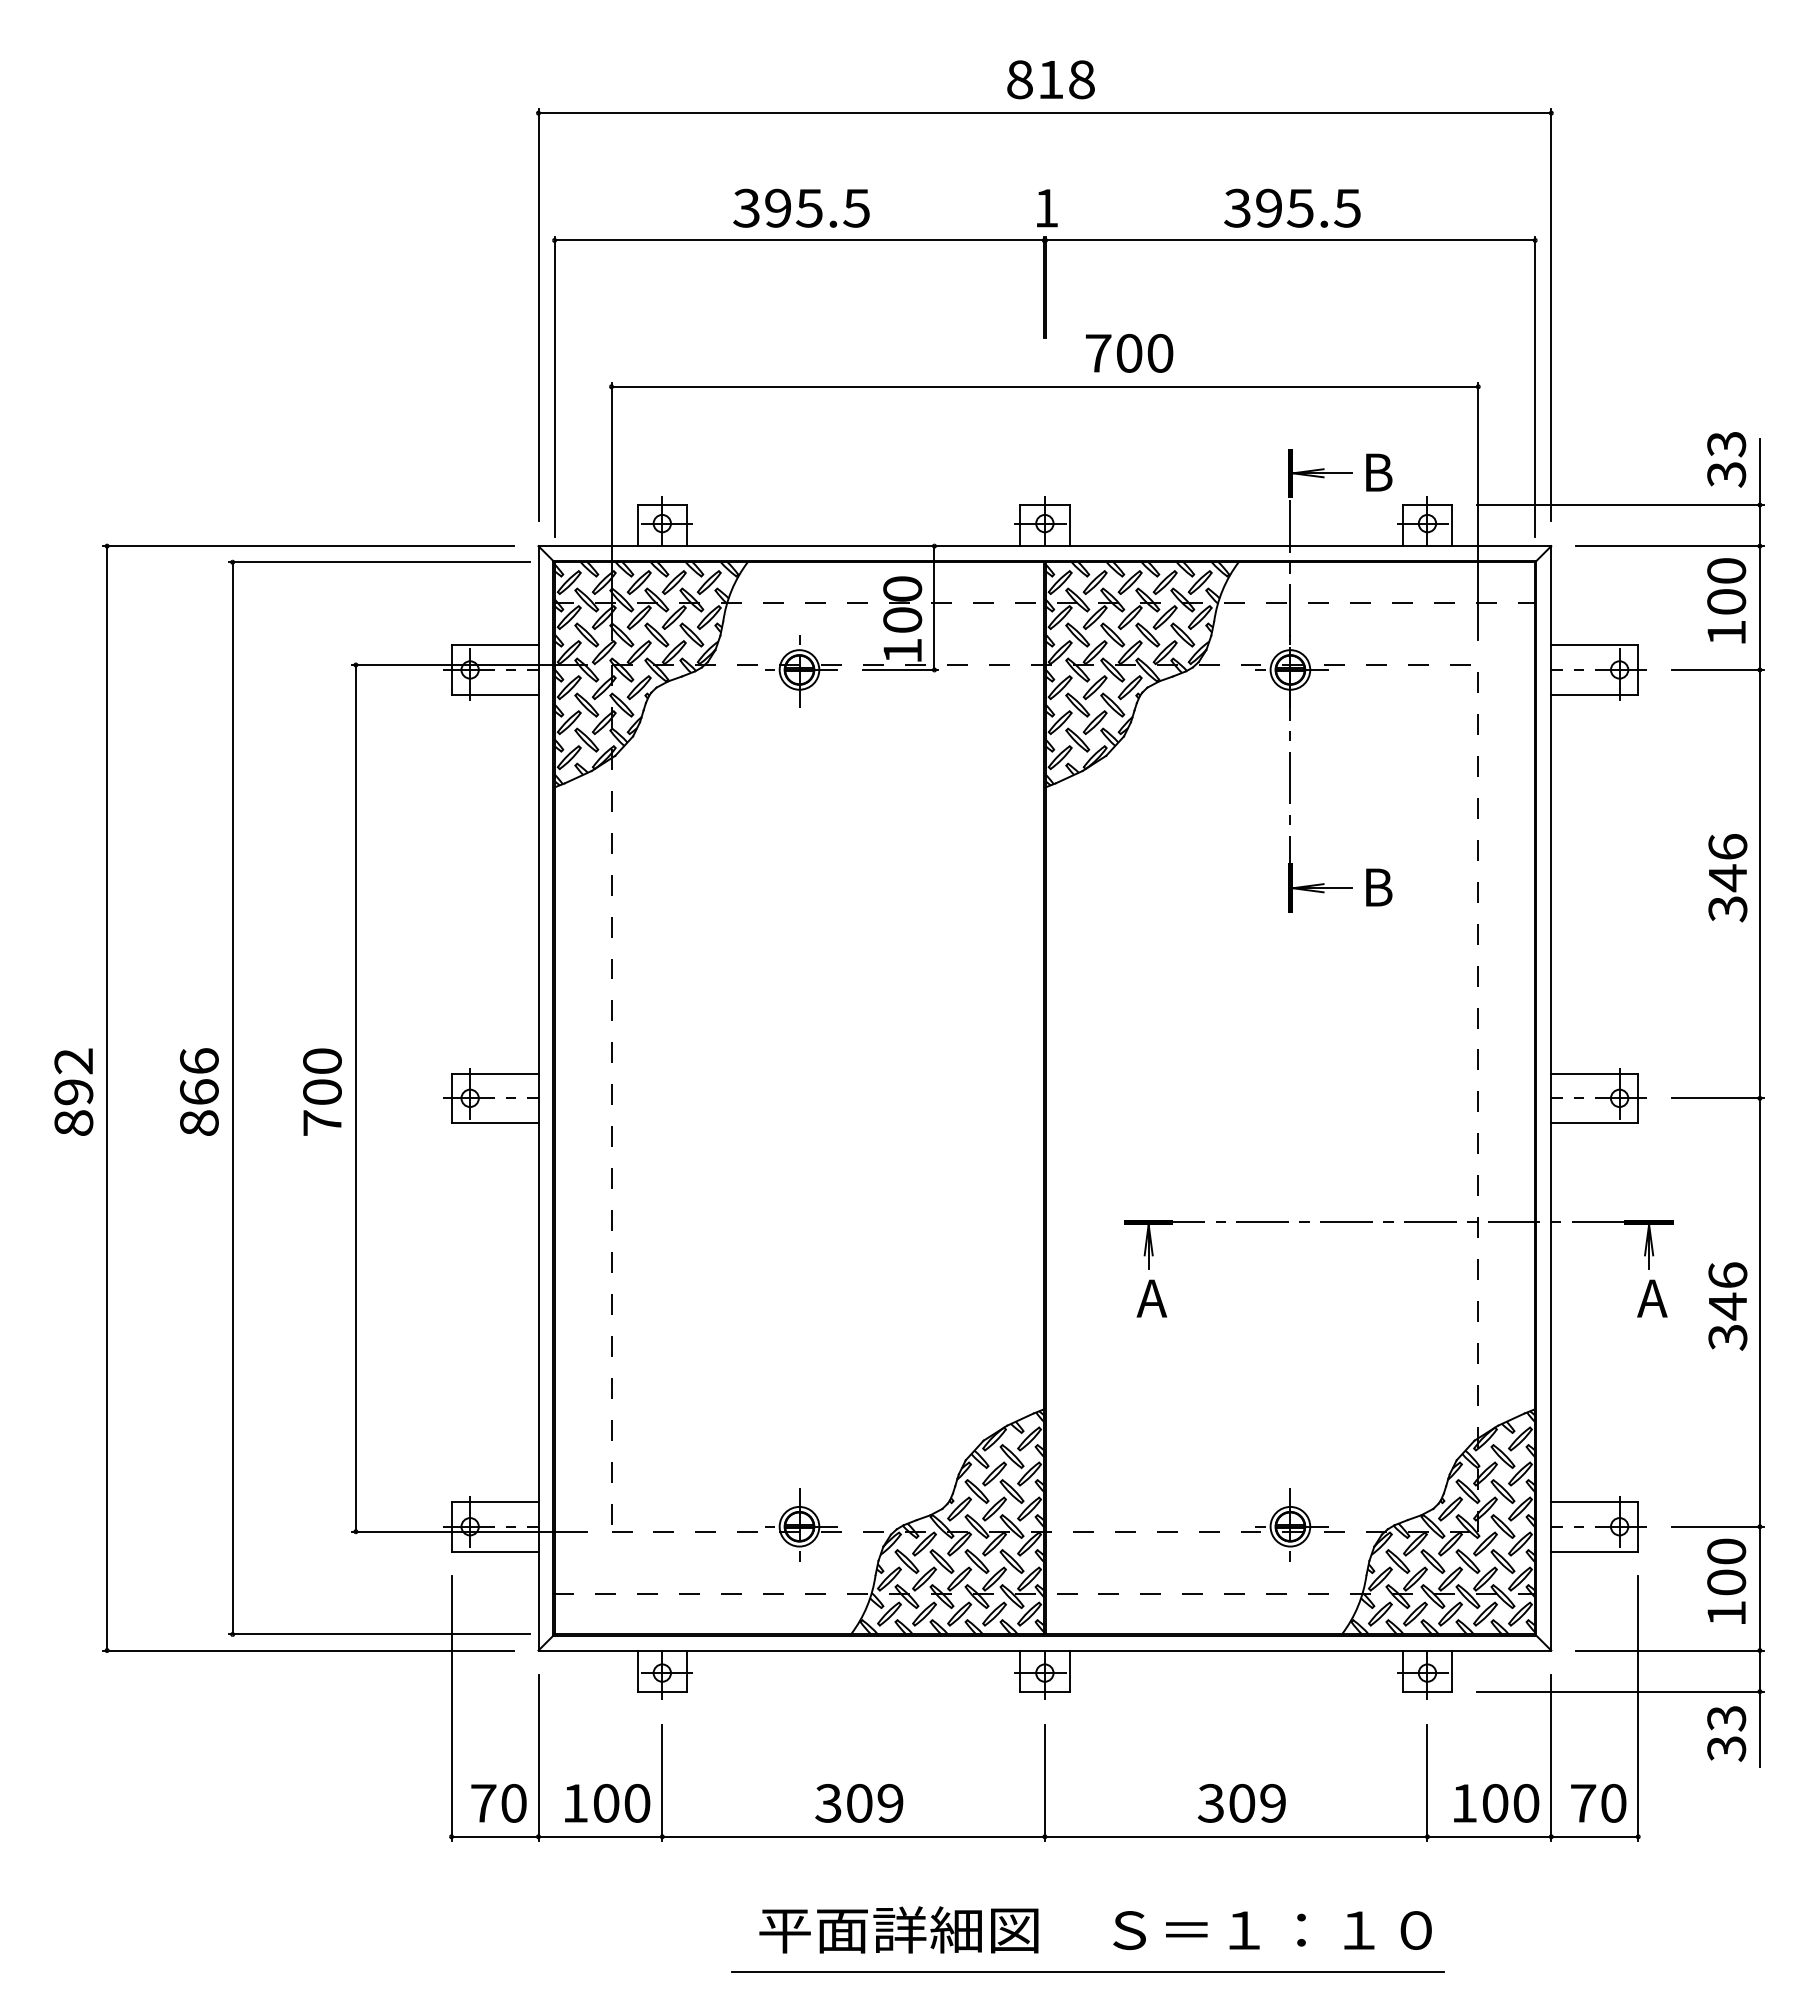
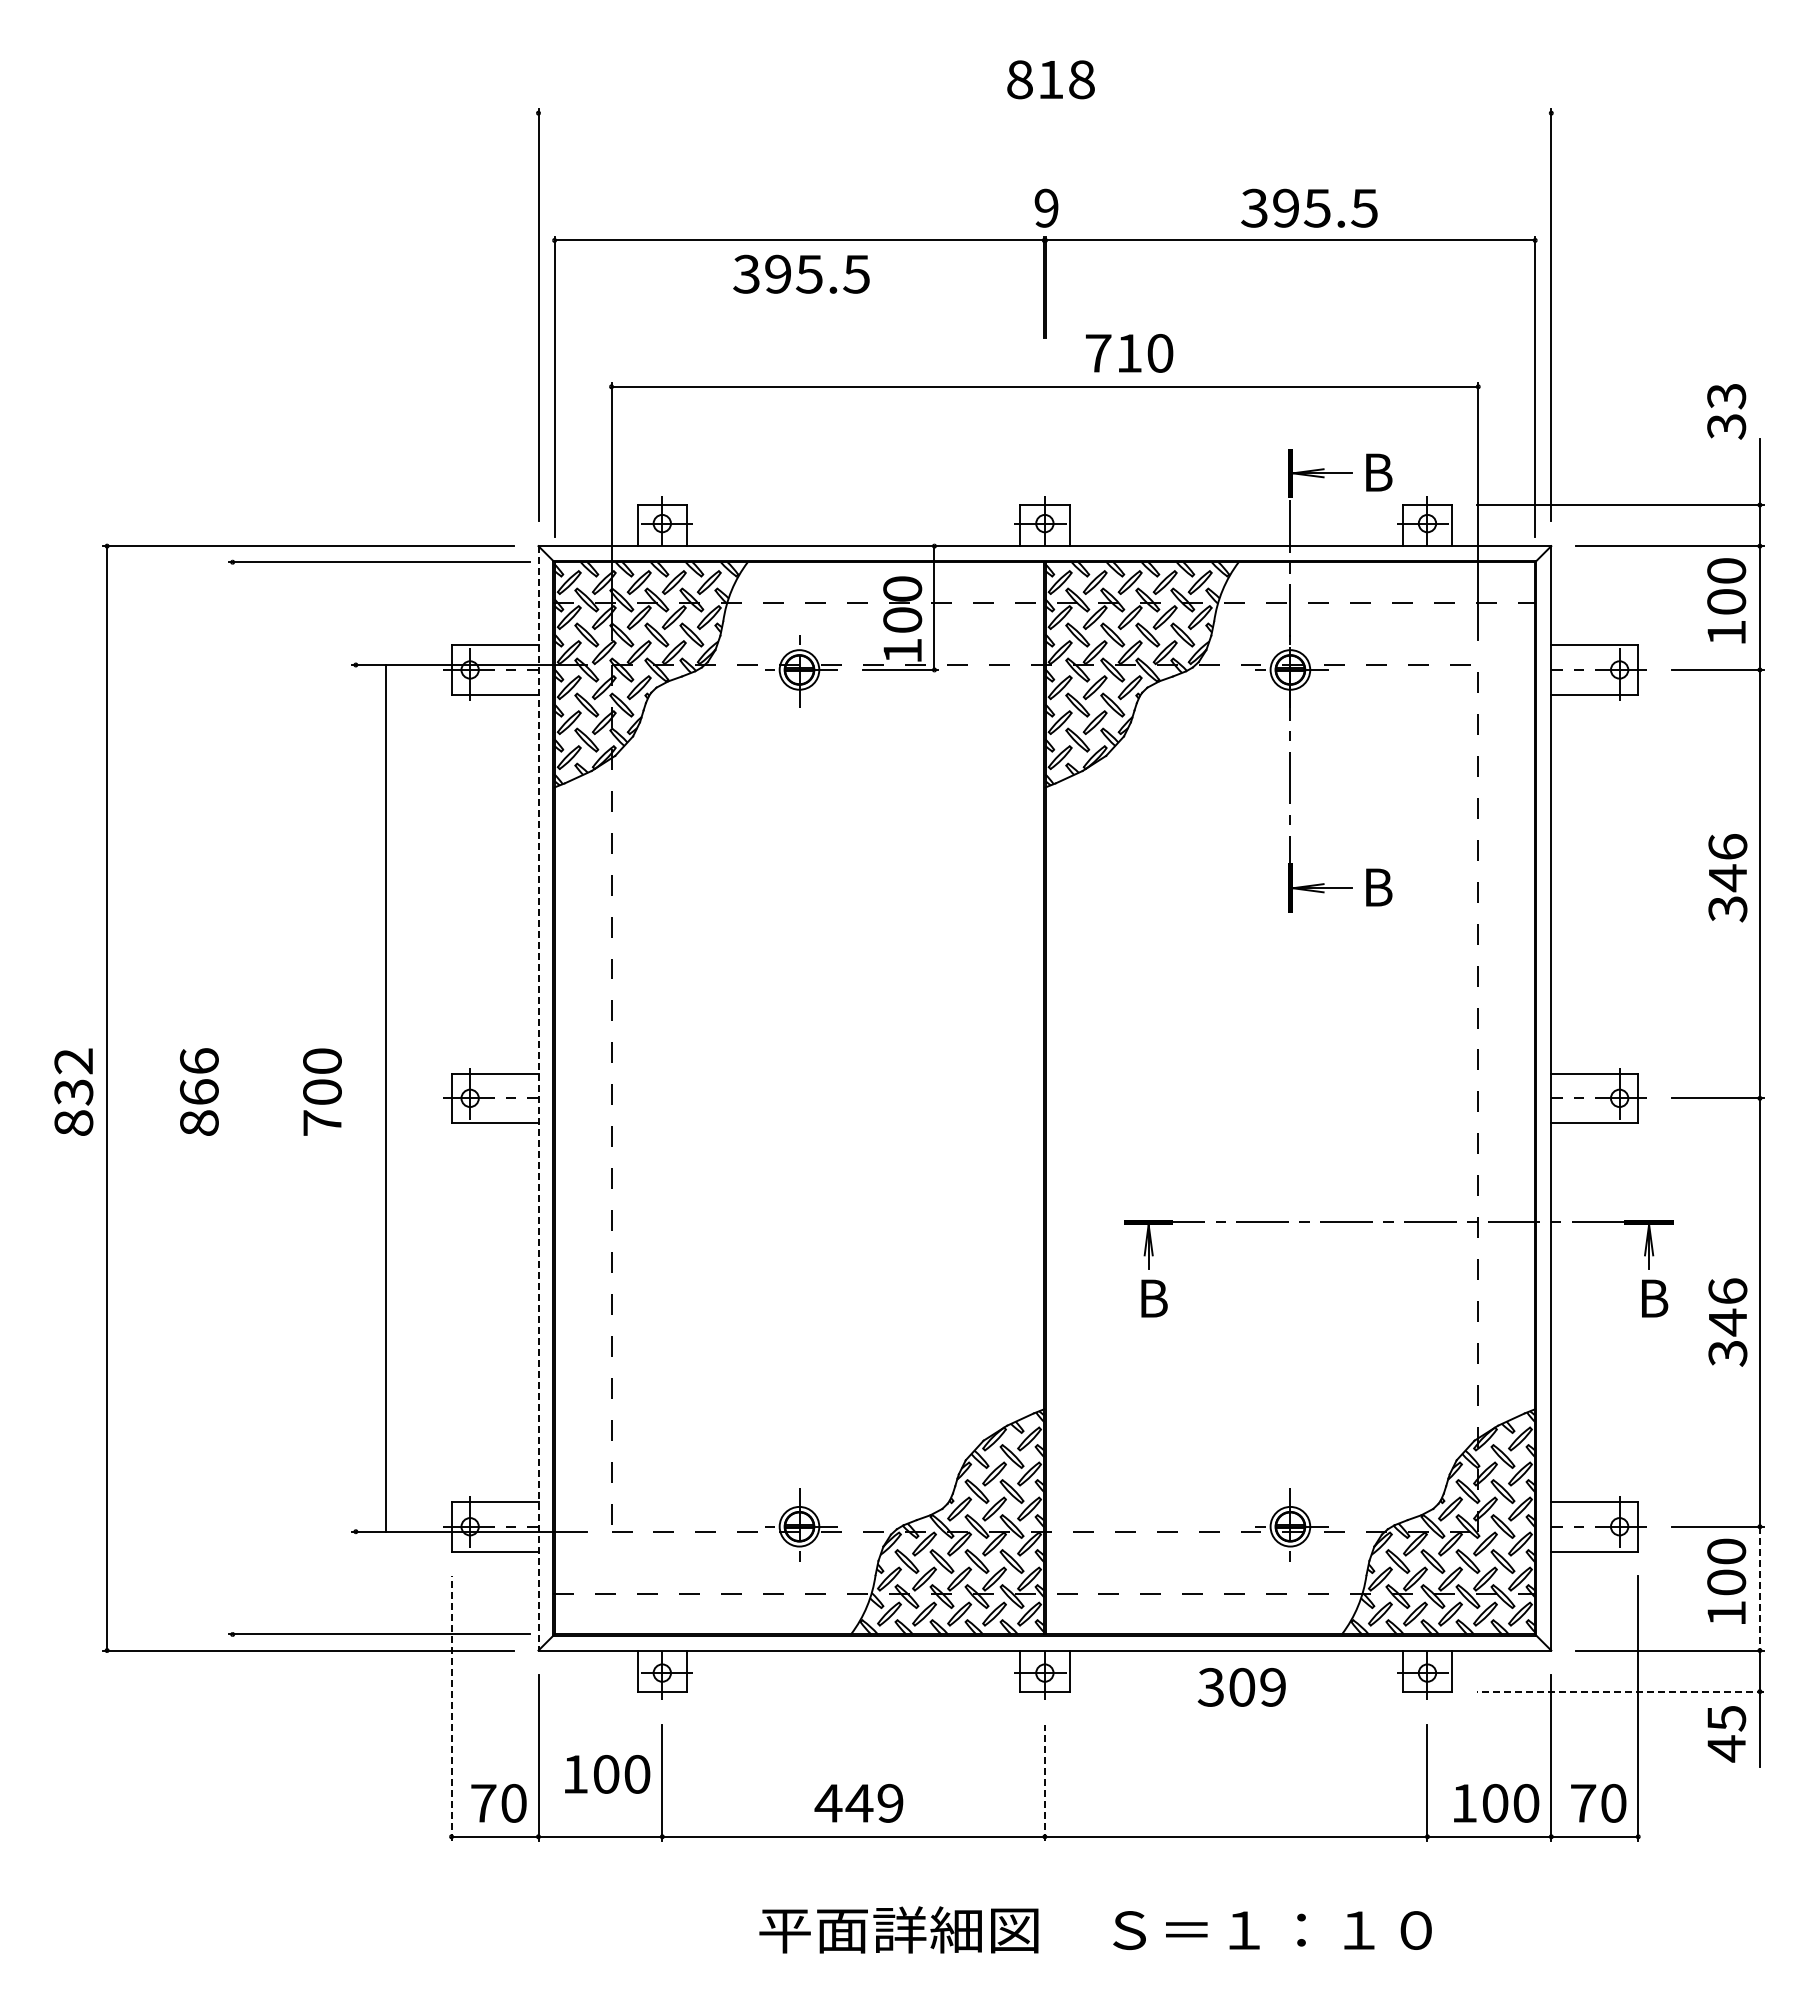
line at (1044, 113): present -> none
text at (801, 207) position: (801, 207) -> (801, 273)
text at (1046, 207): 1 -> 9
text at (1292, 207) position: (1292, 207) -> (1309, 207)
text at (1129, 353): 700 -> 710
text at (1726, 459) position: (1726, 459) -> (1726, 411)
text at (73, 1092): 892 -> 832
line at (232, 1098): present -> none
line at (355, 1098) position: (355, 1098) -> (385, 1098)
line at (538, 1098): solid -> dashed
text at (1151, 1298): A -> B
text at (1652, 1298): A -> B
text at (1727, 1306) position: (1727, 1306) -> (1727, 1322)
line at (1759, 1588): solid -> dashed
line at (1619, 1691): solid -> dashed
line at (451, 1707): solid -> dashed
text at (1726, 1734): 33 -> 45
line at (1044, 1782): solid -> dashed
text at (607, 1803) position: (607, 1803) -> (607, 1774)
text at (843, 1803): 309 -> 449
text at (1241, 1803) position: (1241, 1803) -> (1241, 1687)
line at (1087, 1971): present -> none
